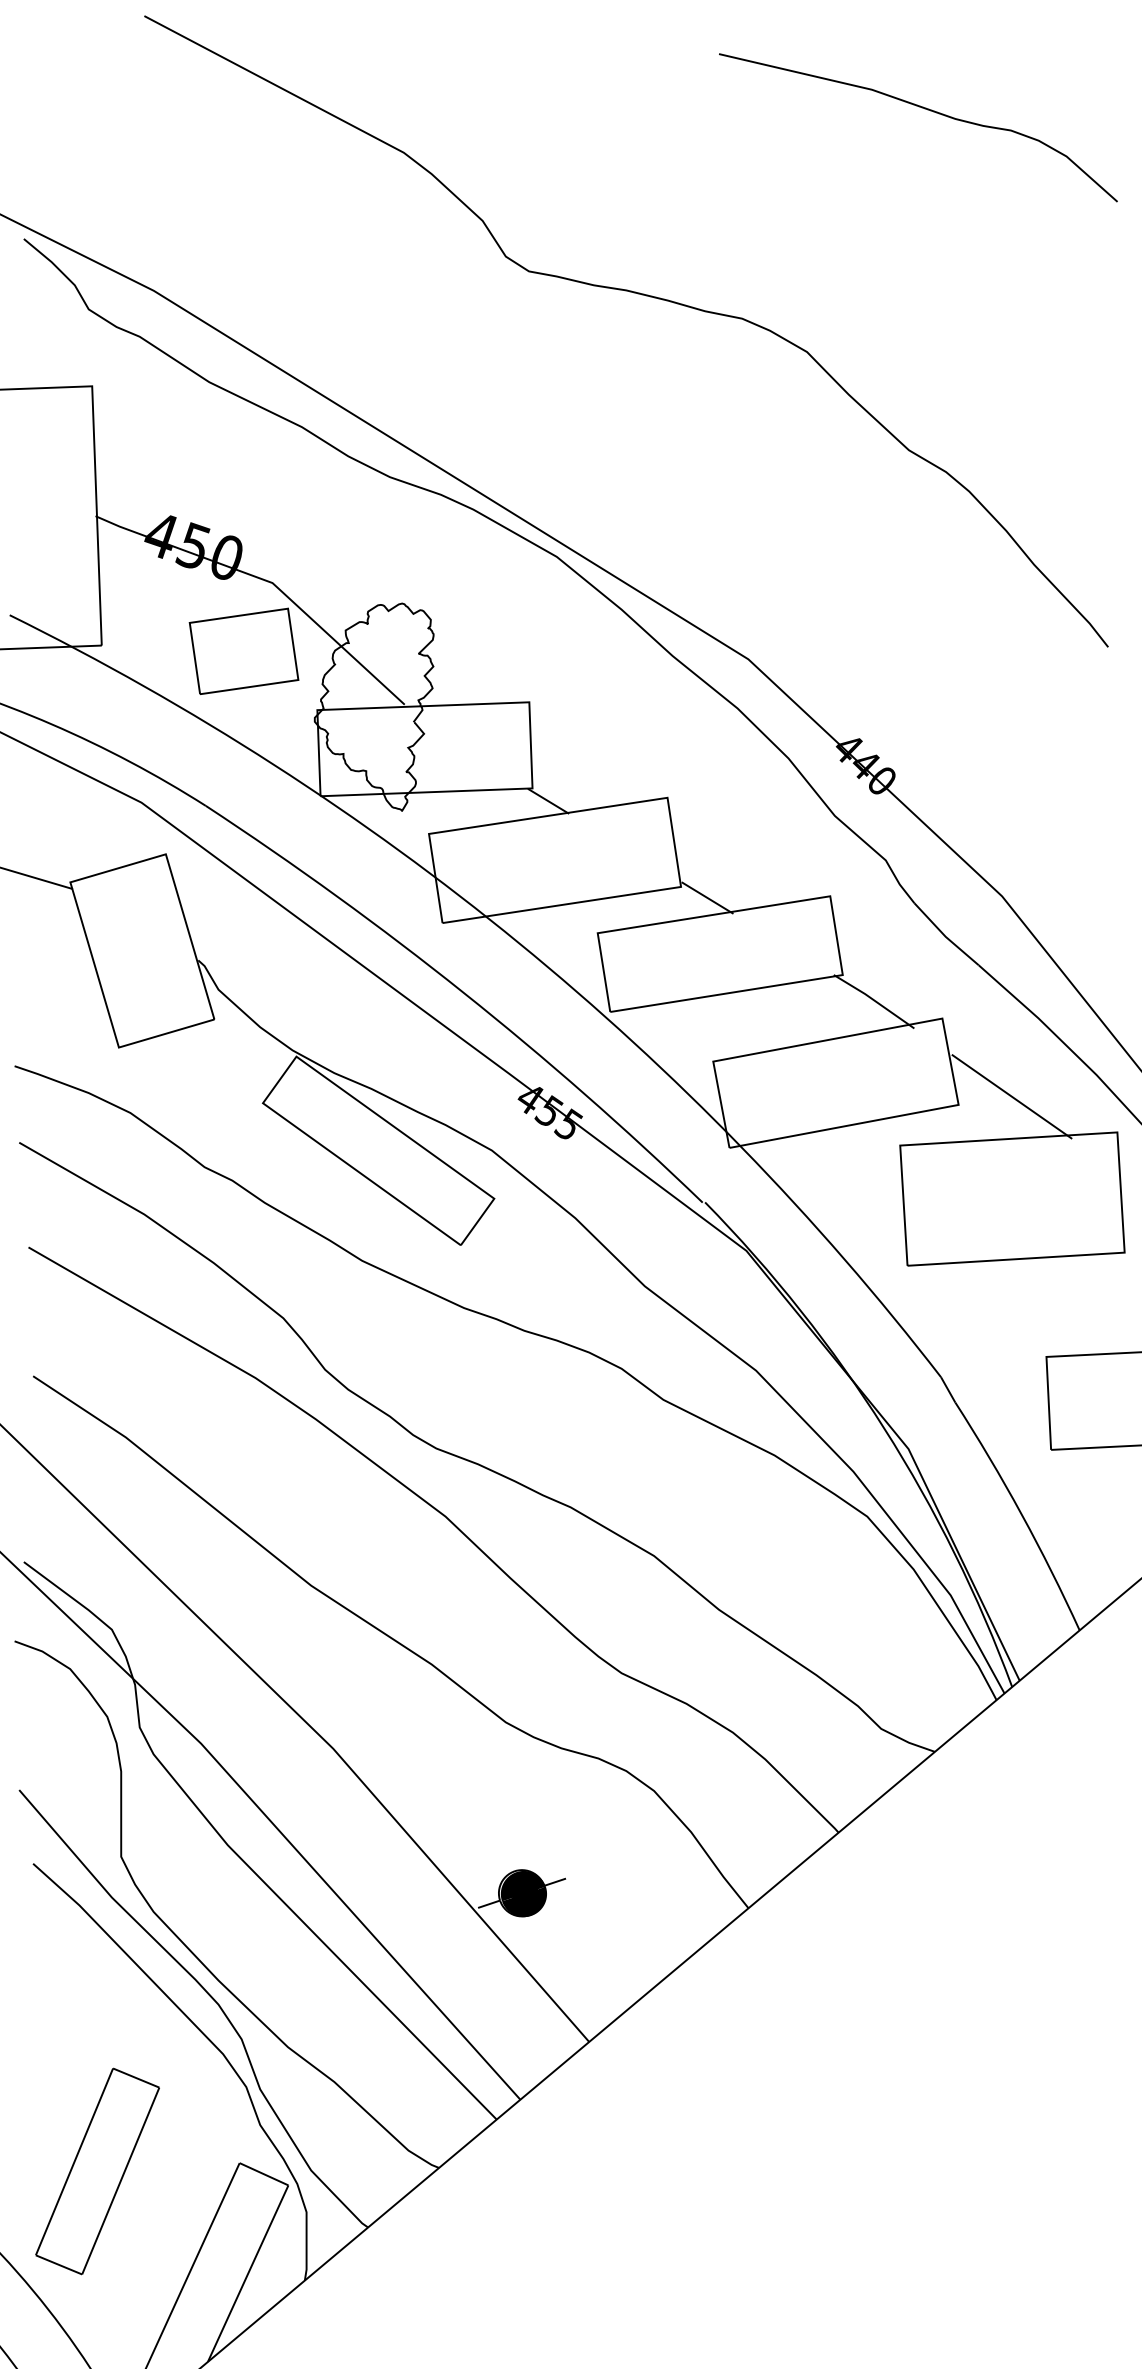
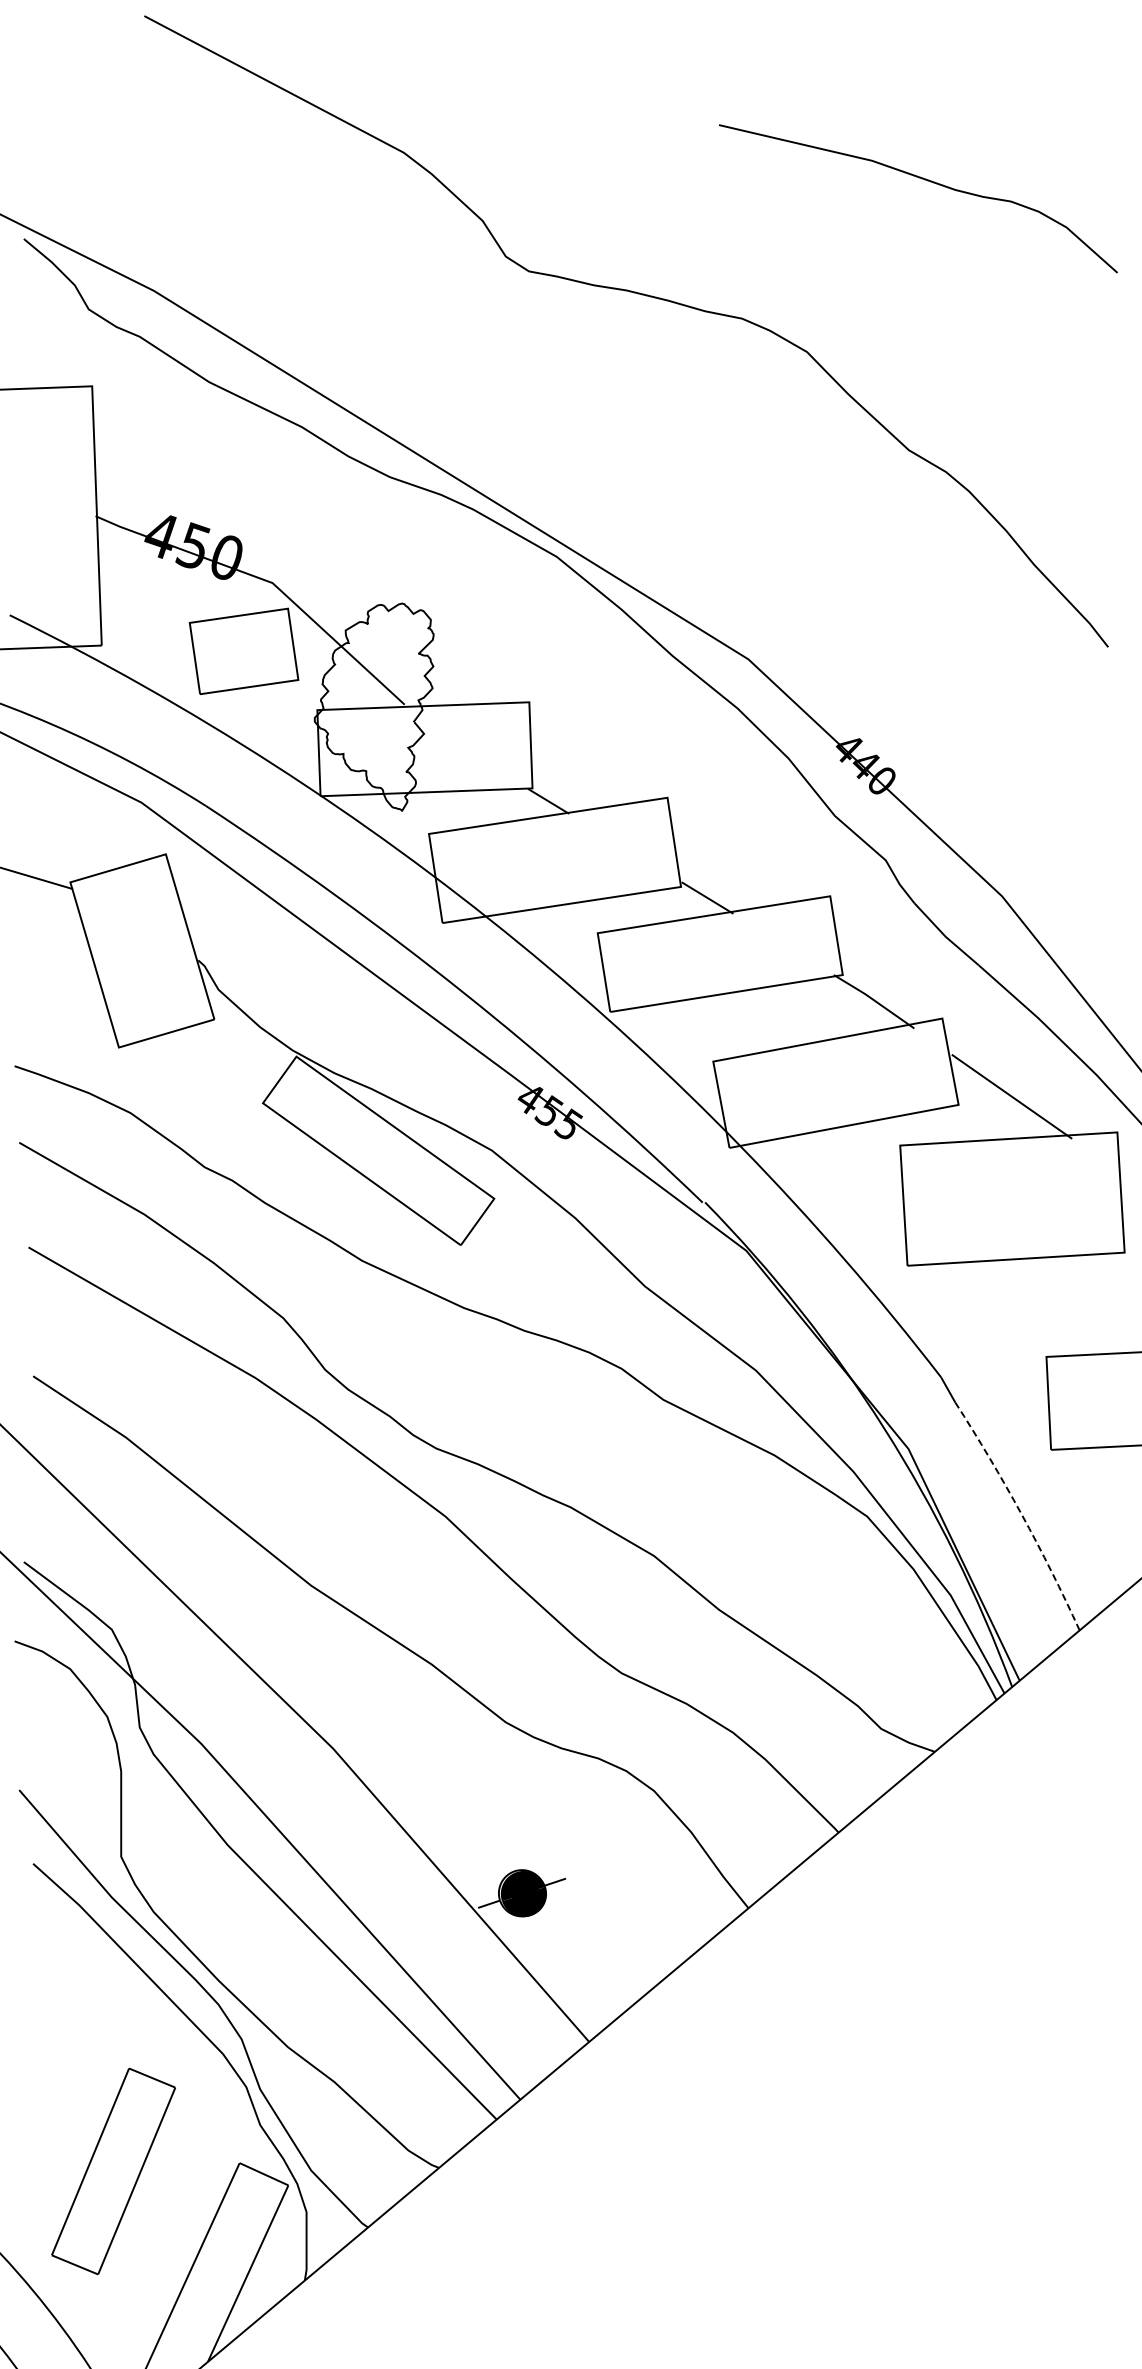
curve at (924, 109) position: (924, 109) -> (924, 180)
arc at (1021, 1514): solid -> dashed
part at (97, 2171) position: (97, 2171) -> (113, 2171)
